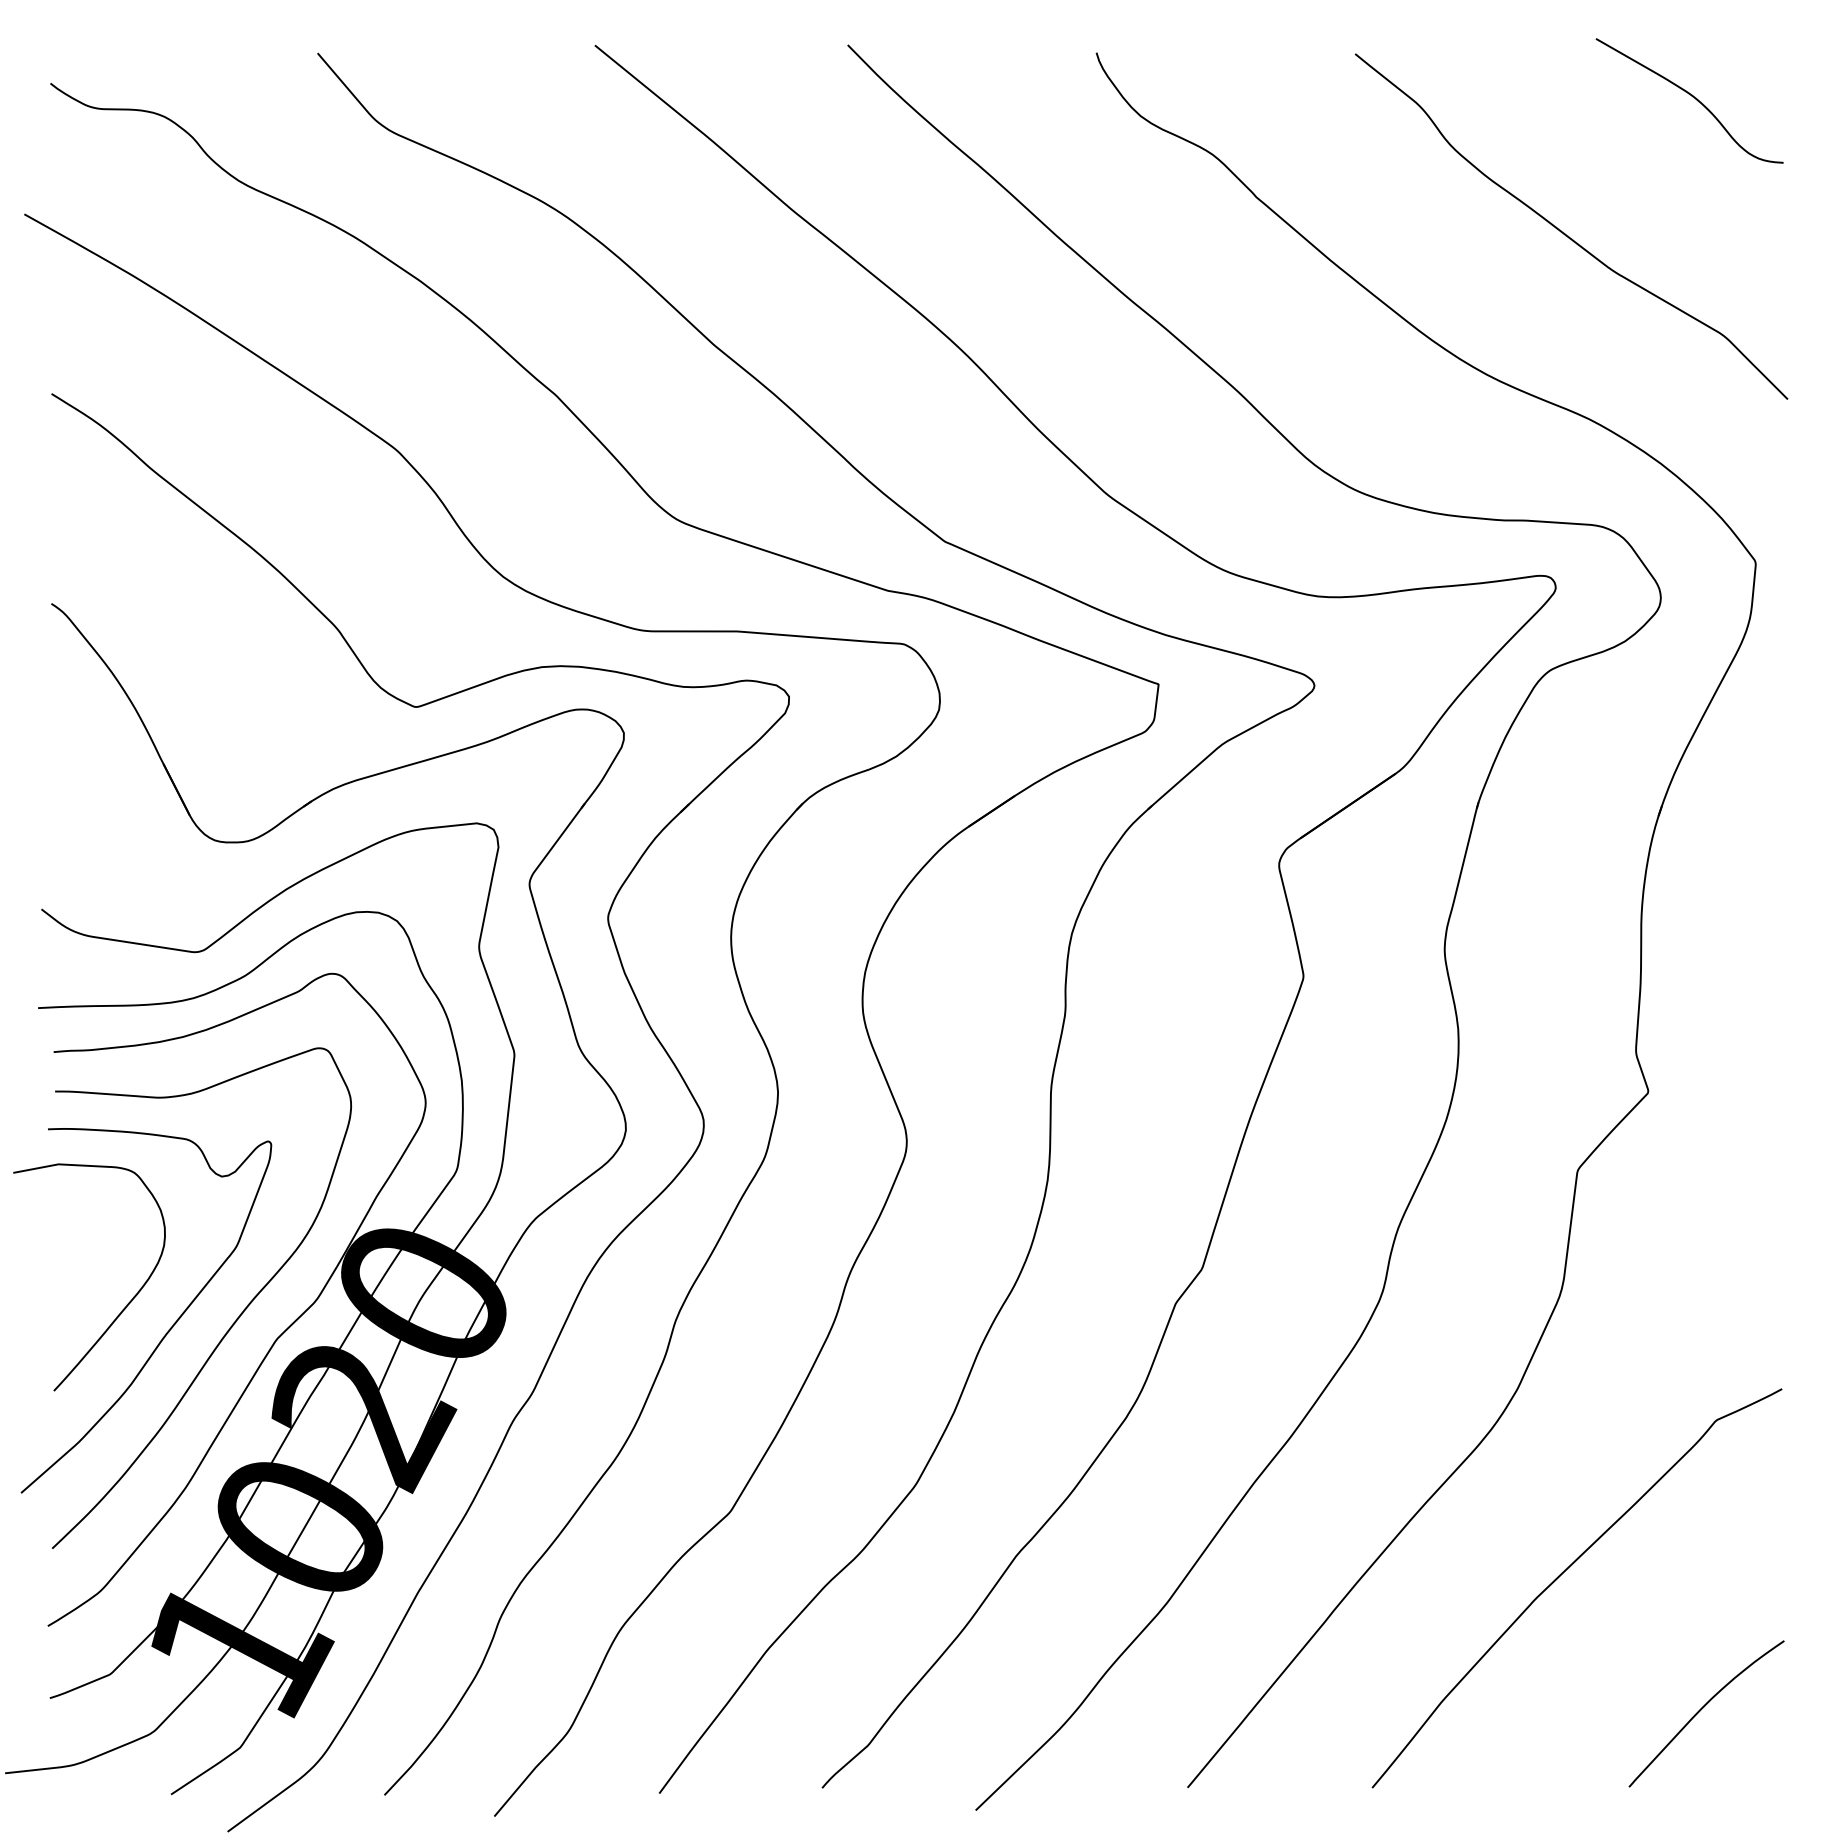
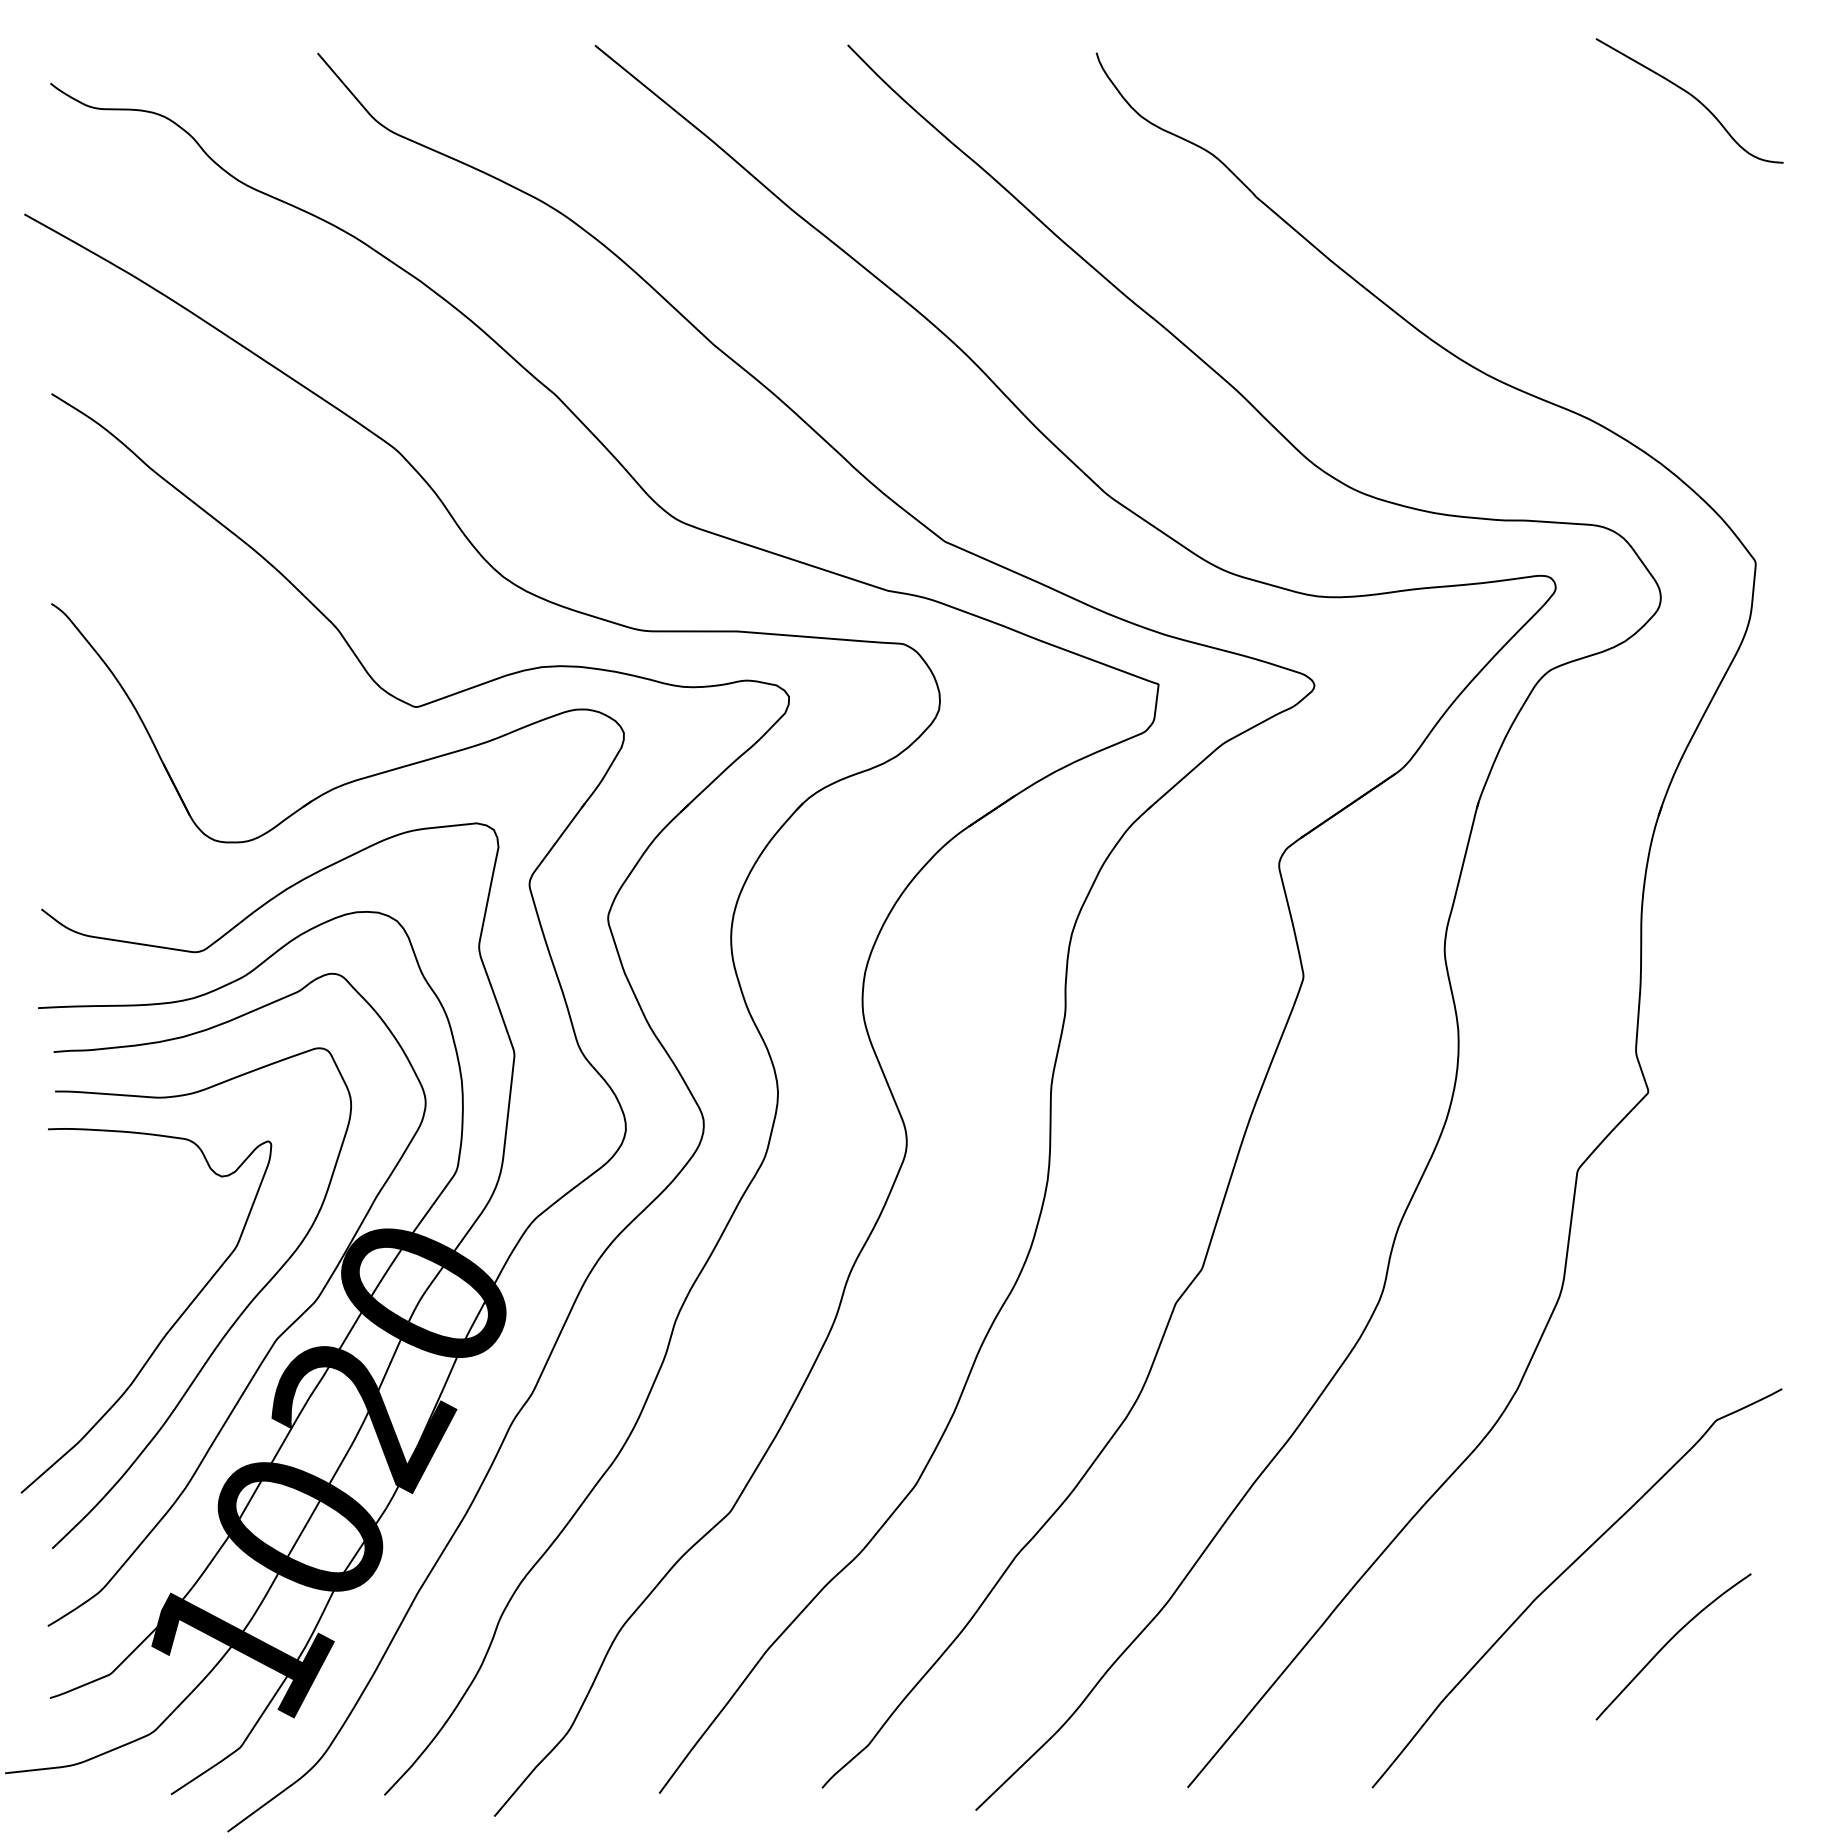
curve at (1564, 232): present -> none
curve at (122, 1309): present -> none
curve at (1702, 1709) position: (1702, 1709) -> (1669, 1642)
